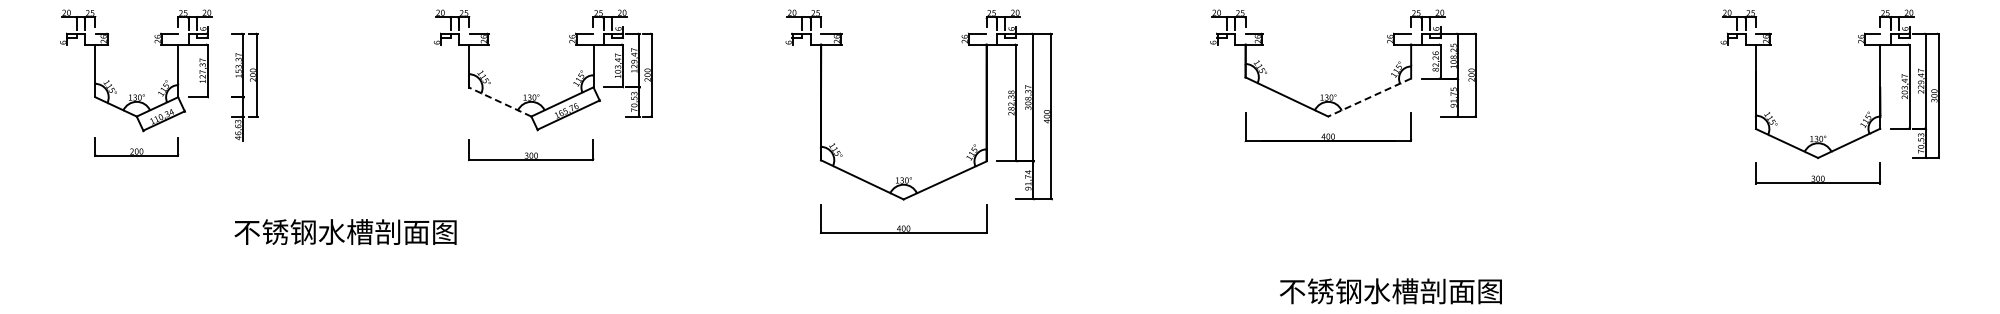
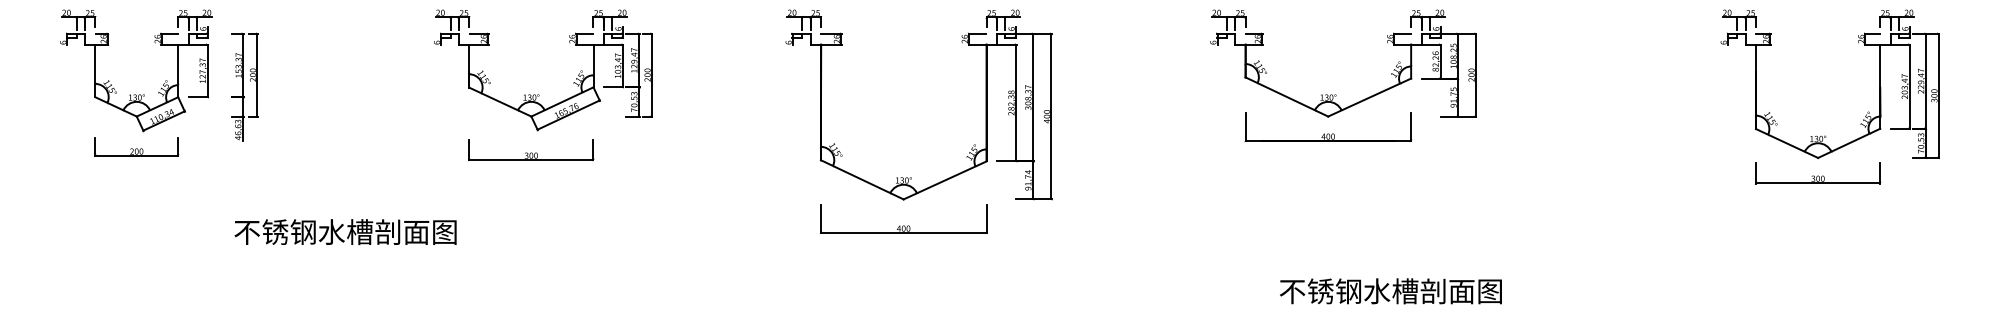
line at (1369, 97): dashed -> solid
line at (499, 101): dashed -> solid
